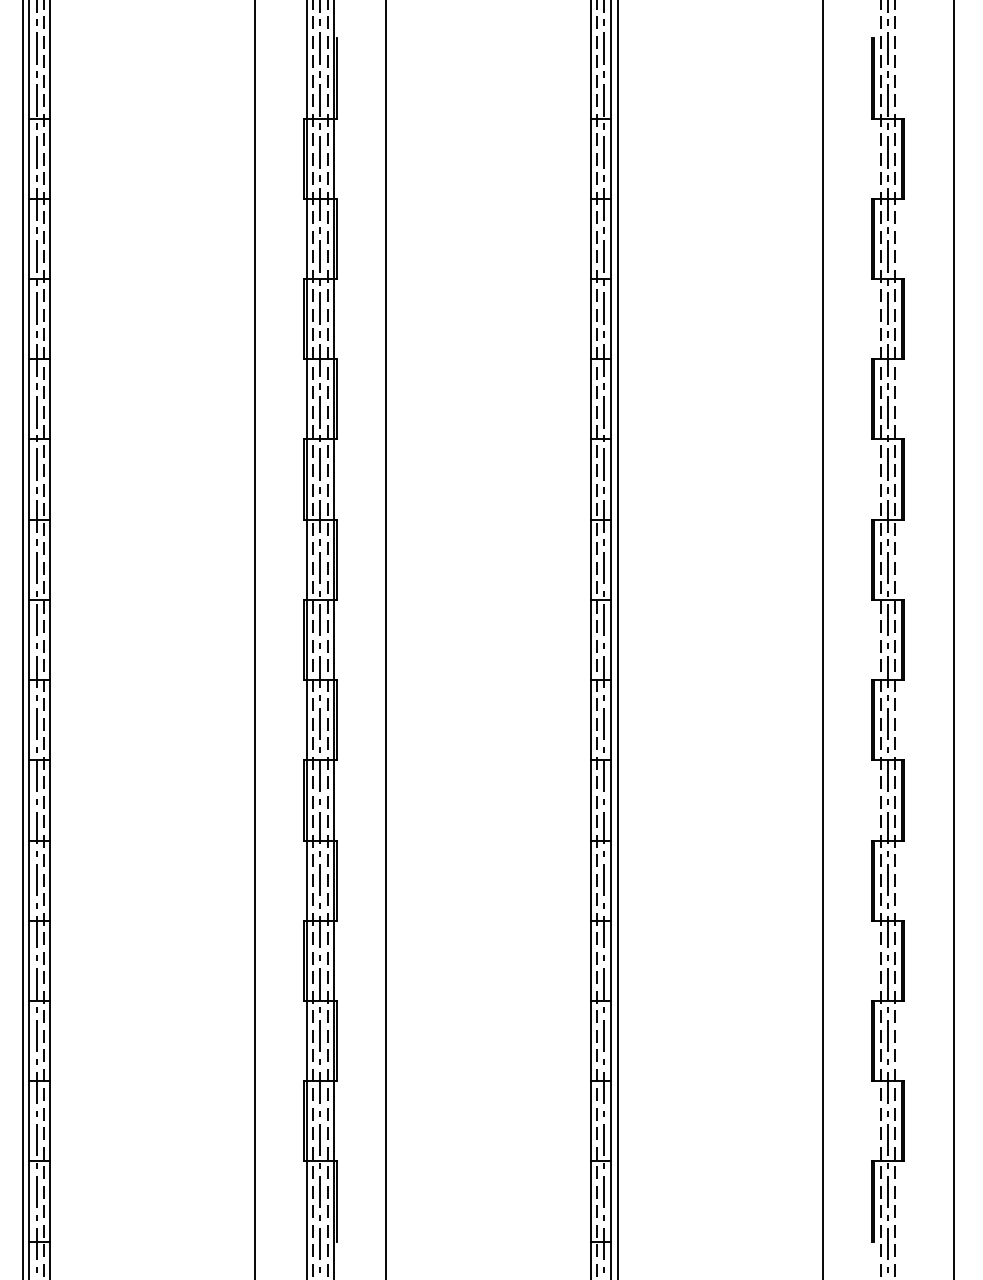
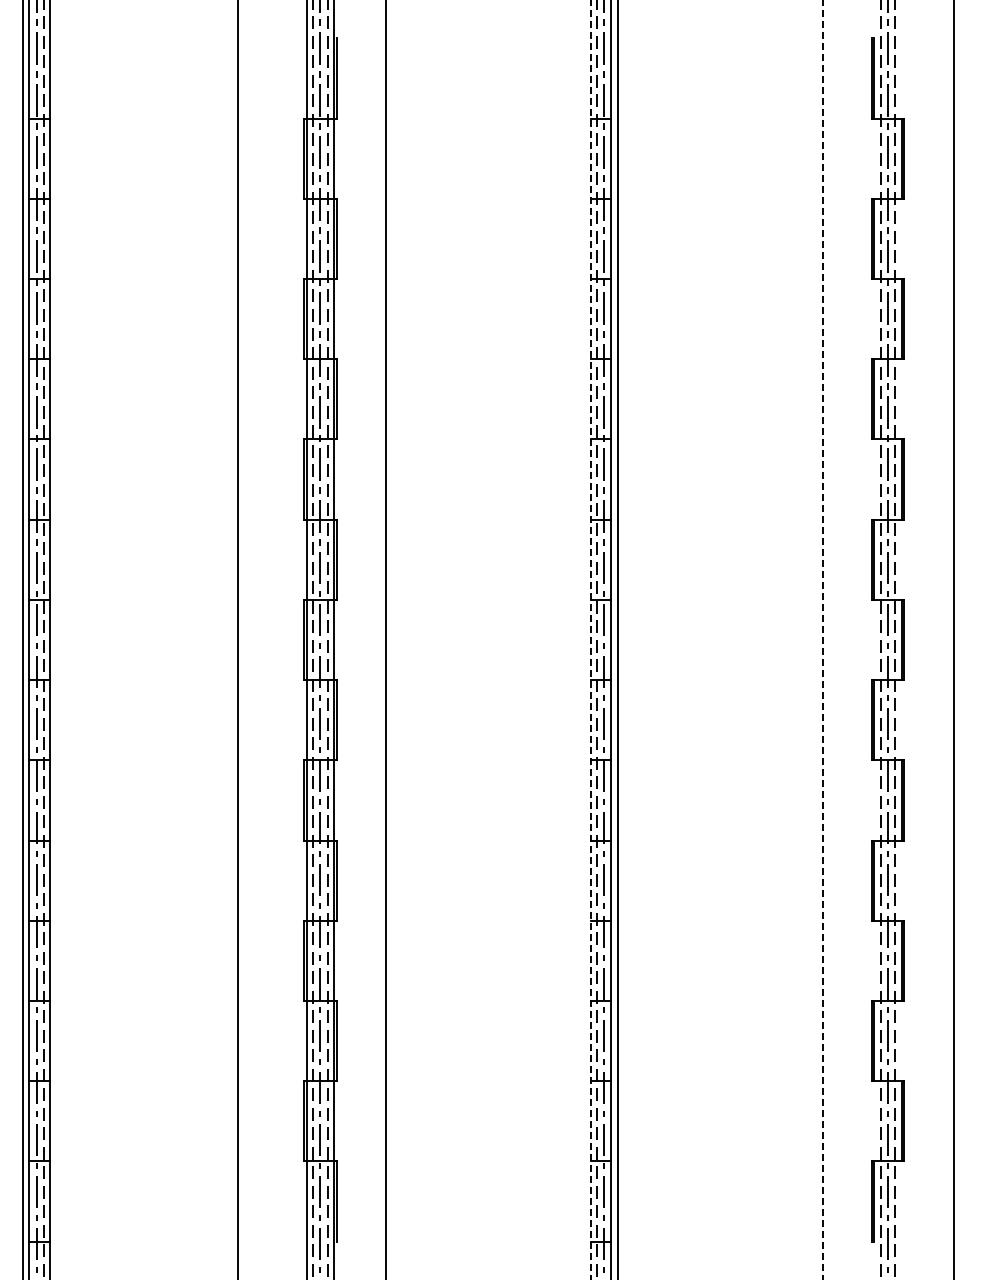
line at (254, 639) position: (254, 639) -> (237, 639)
line at (590, 639): solid -> dashed
line at (822, 639): solid -> dashed
